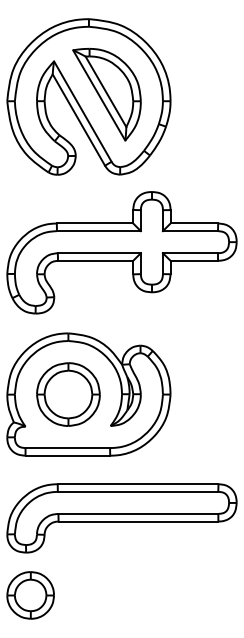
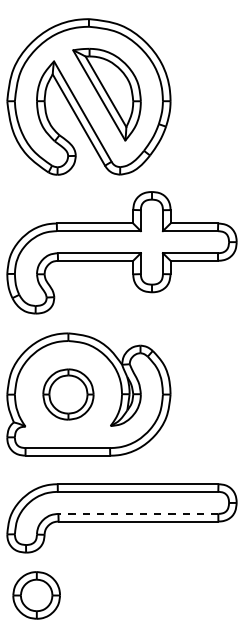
part at (68, 394) size: 65x65 px -> 53x53 px
line at (138, 513): solid -> dashed
part at (30, 595) position: (30, 595) -> (36, 595)
